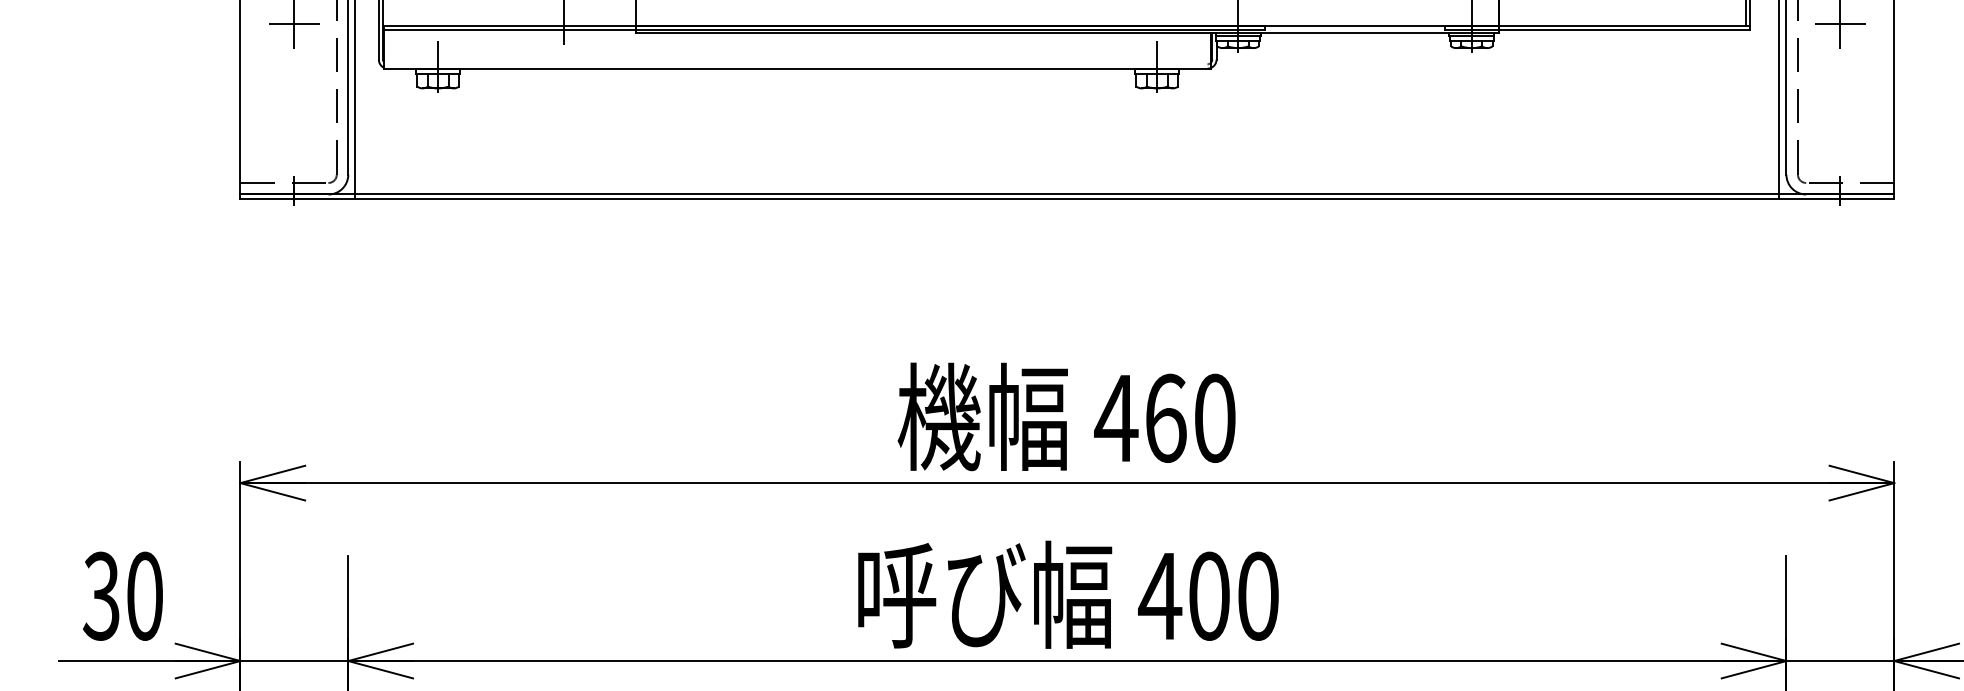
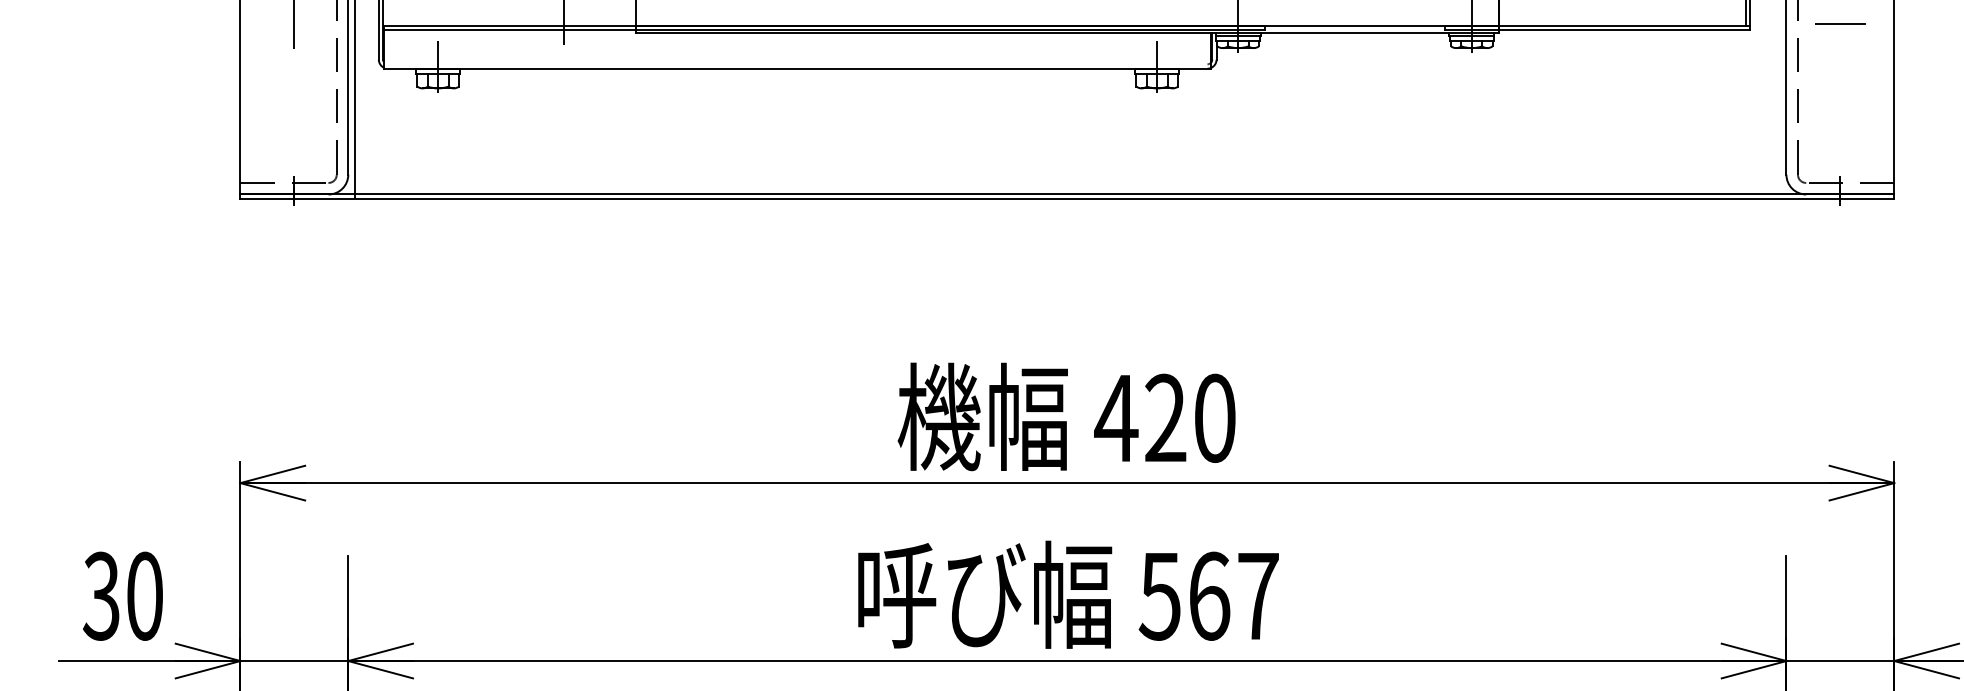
line at (294, 23): present -> none
line at (1840, 25): present -> none
line at (1779, 100): present -> none
text at (1165, 417): 460 -> 420
text at (1208, 595): 400 -> 567
